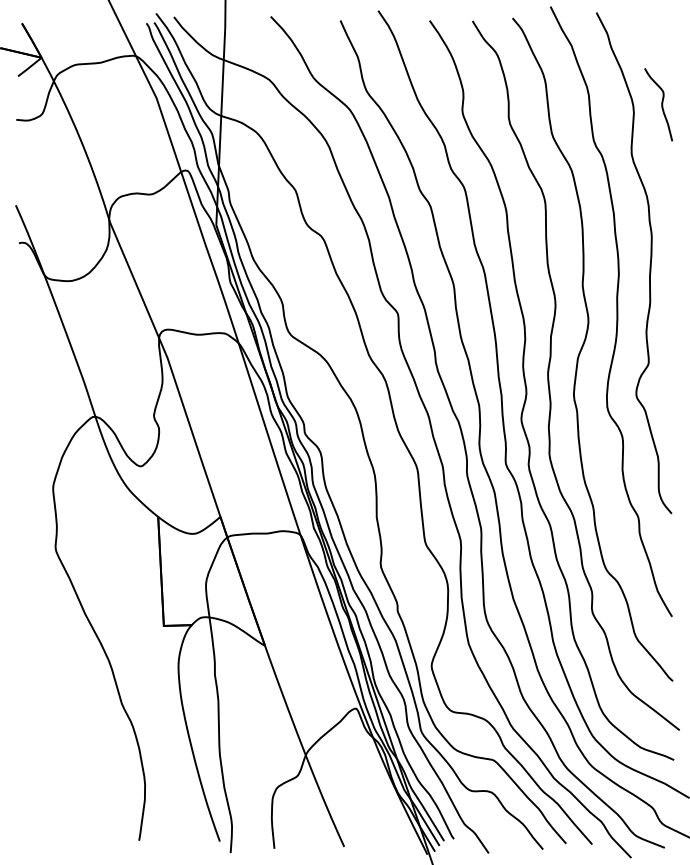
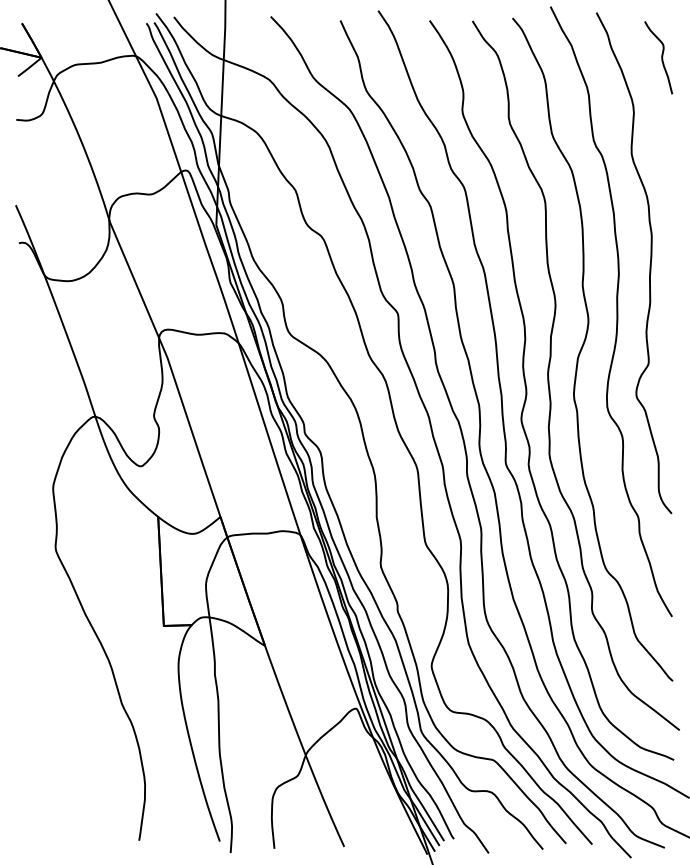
curve at (661, 104) position: (661, 104) -> (661, 57)
